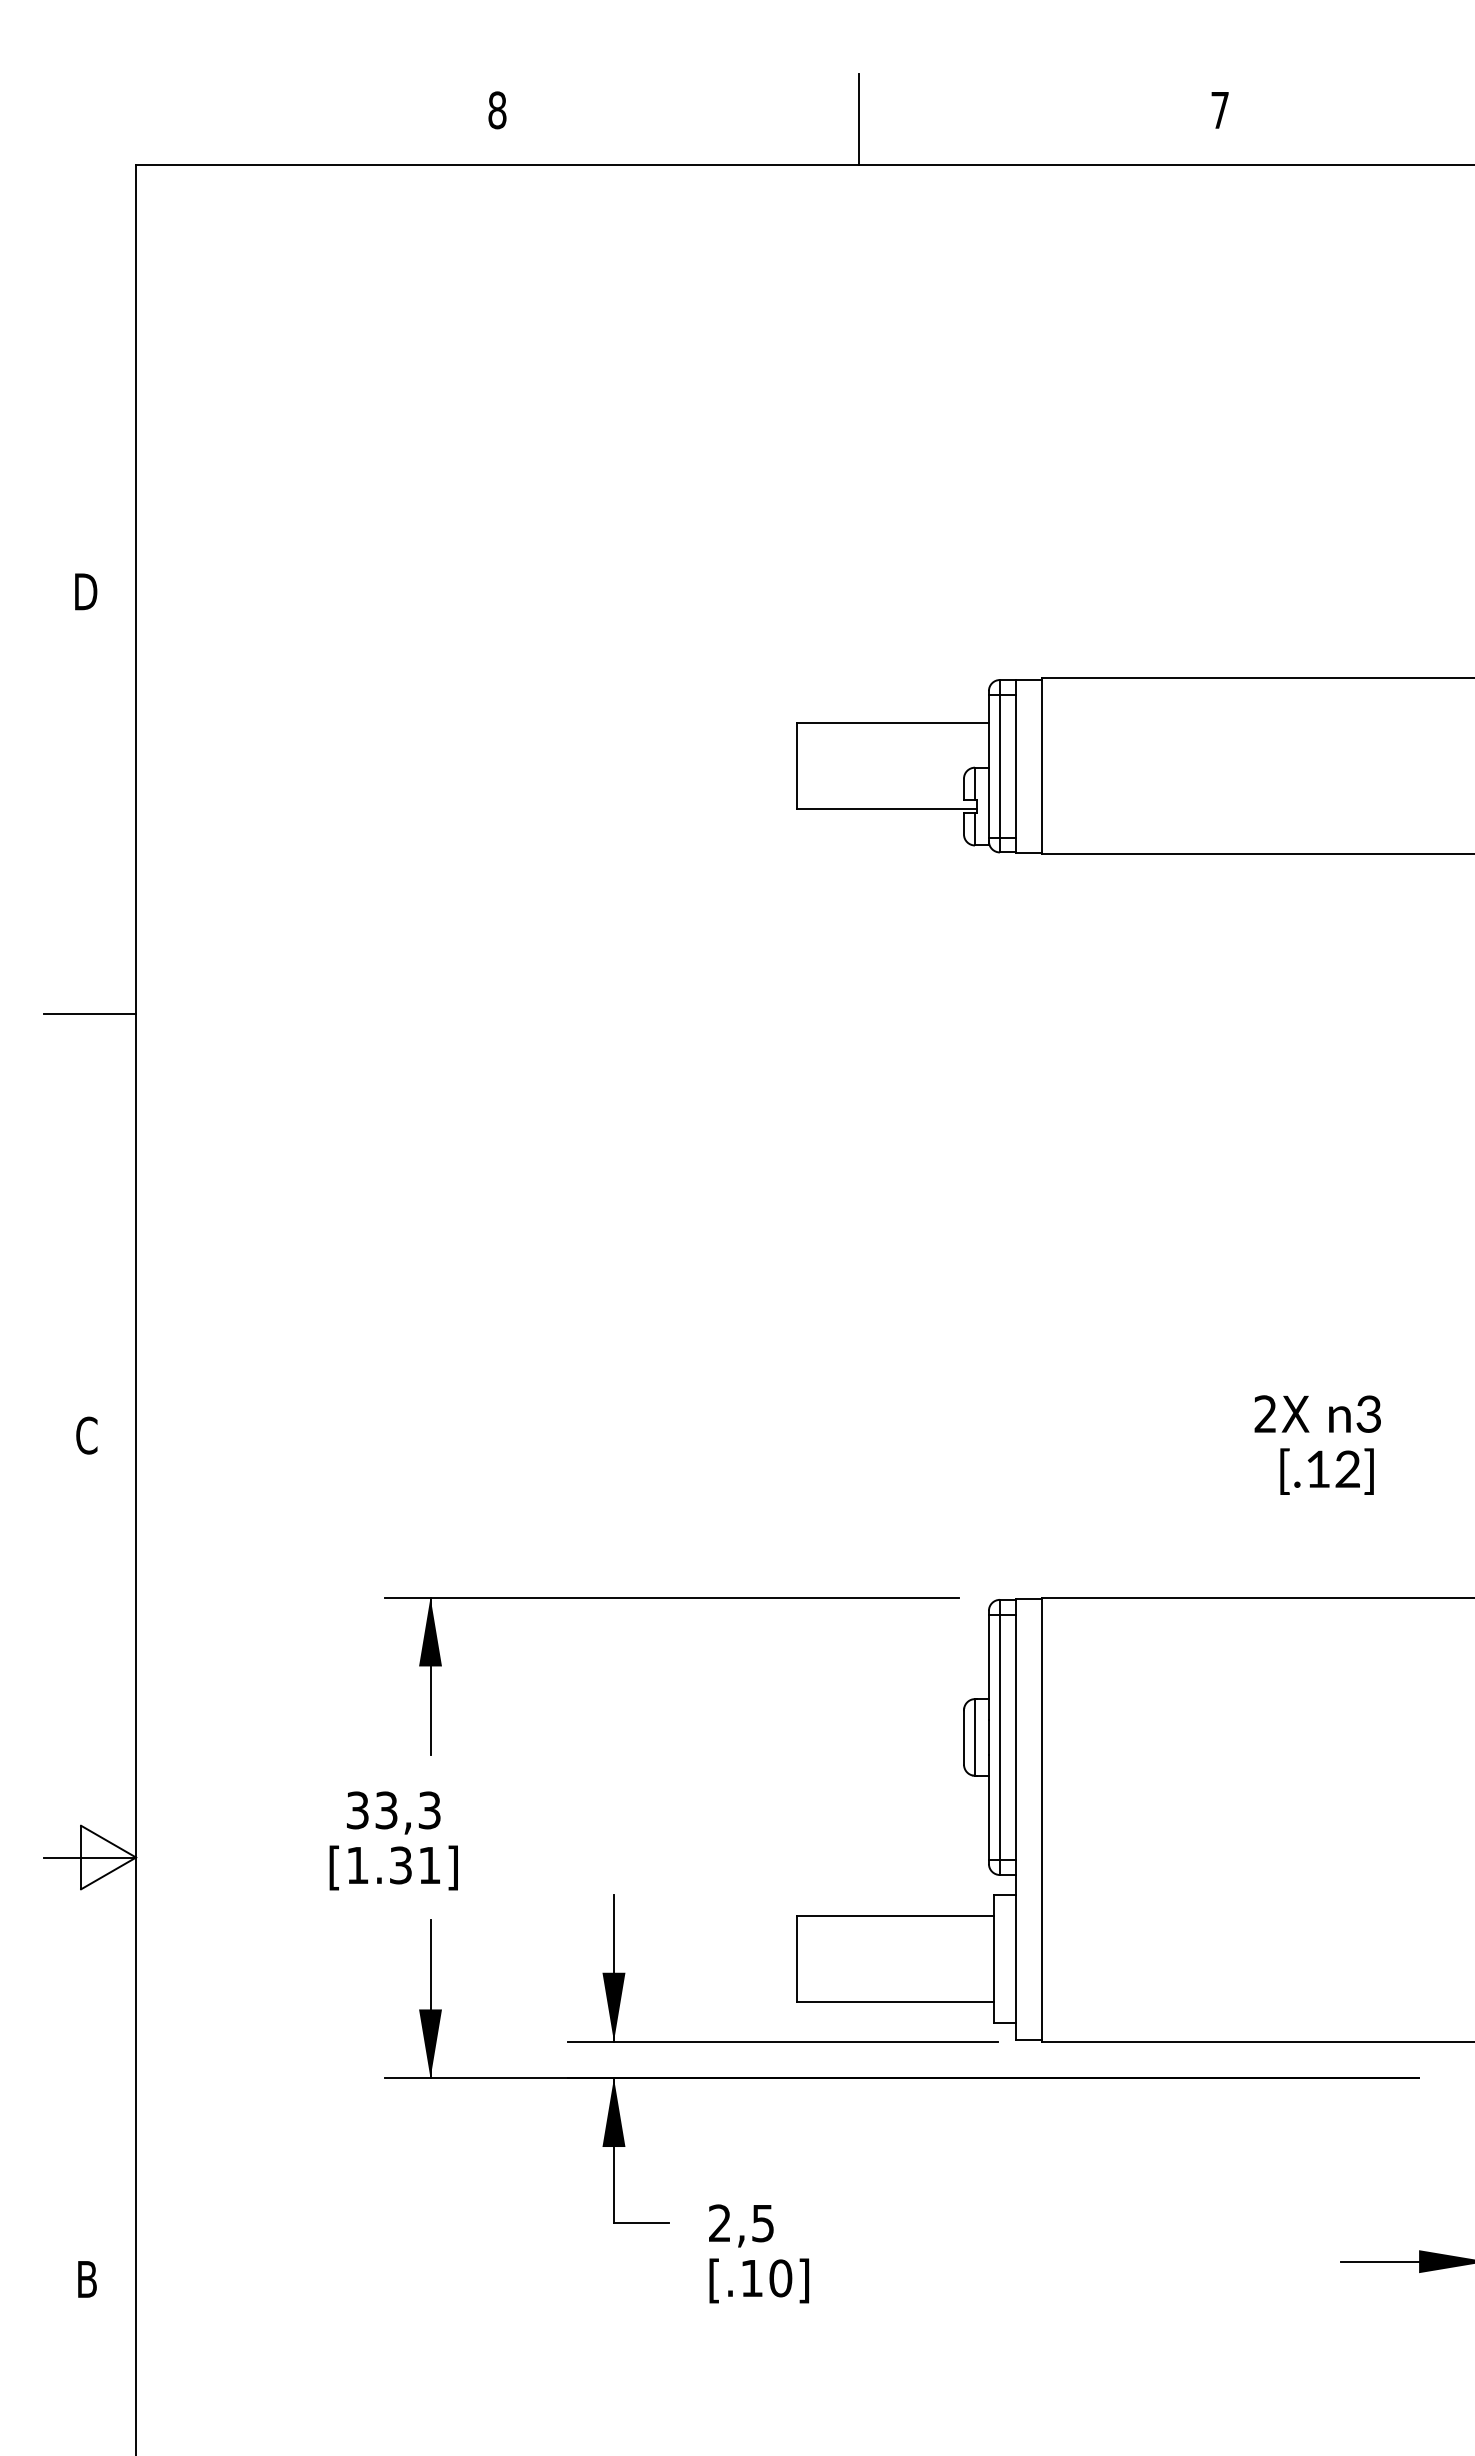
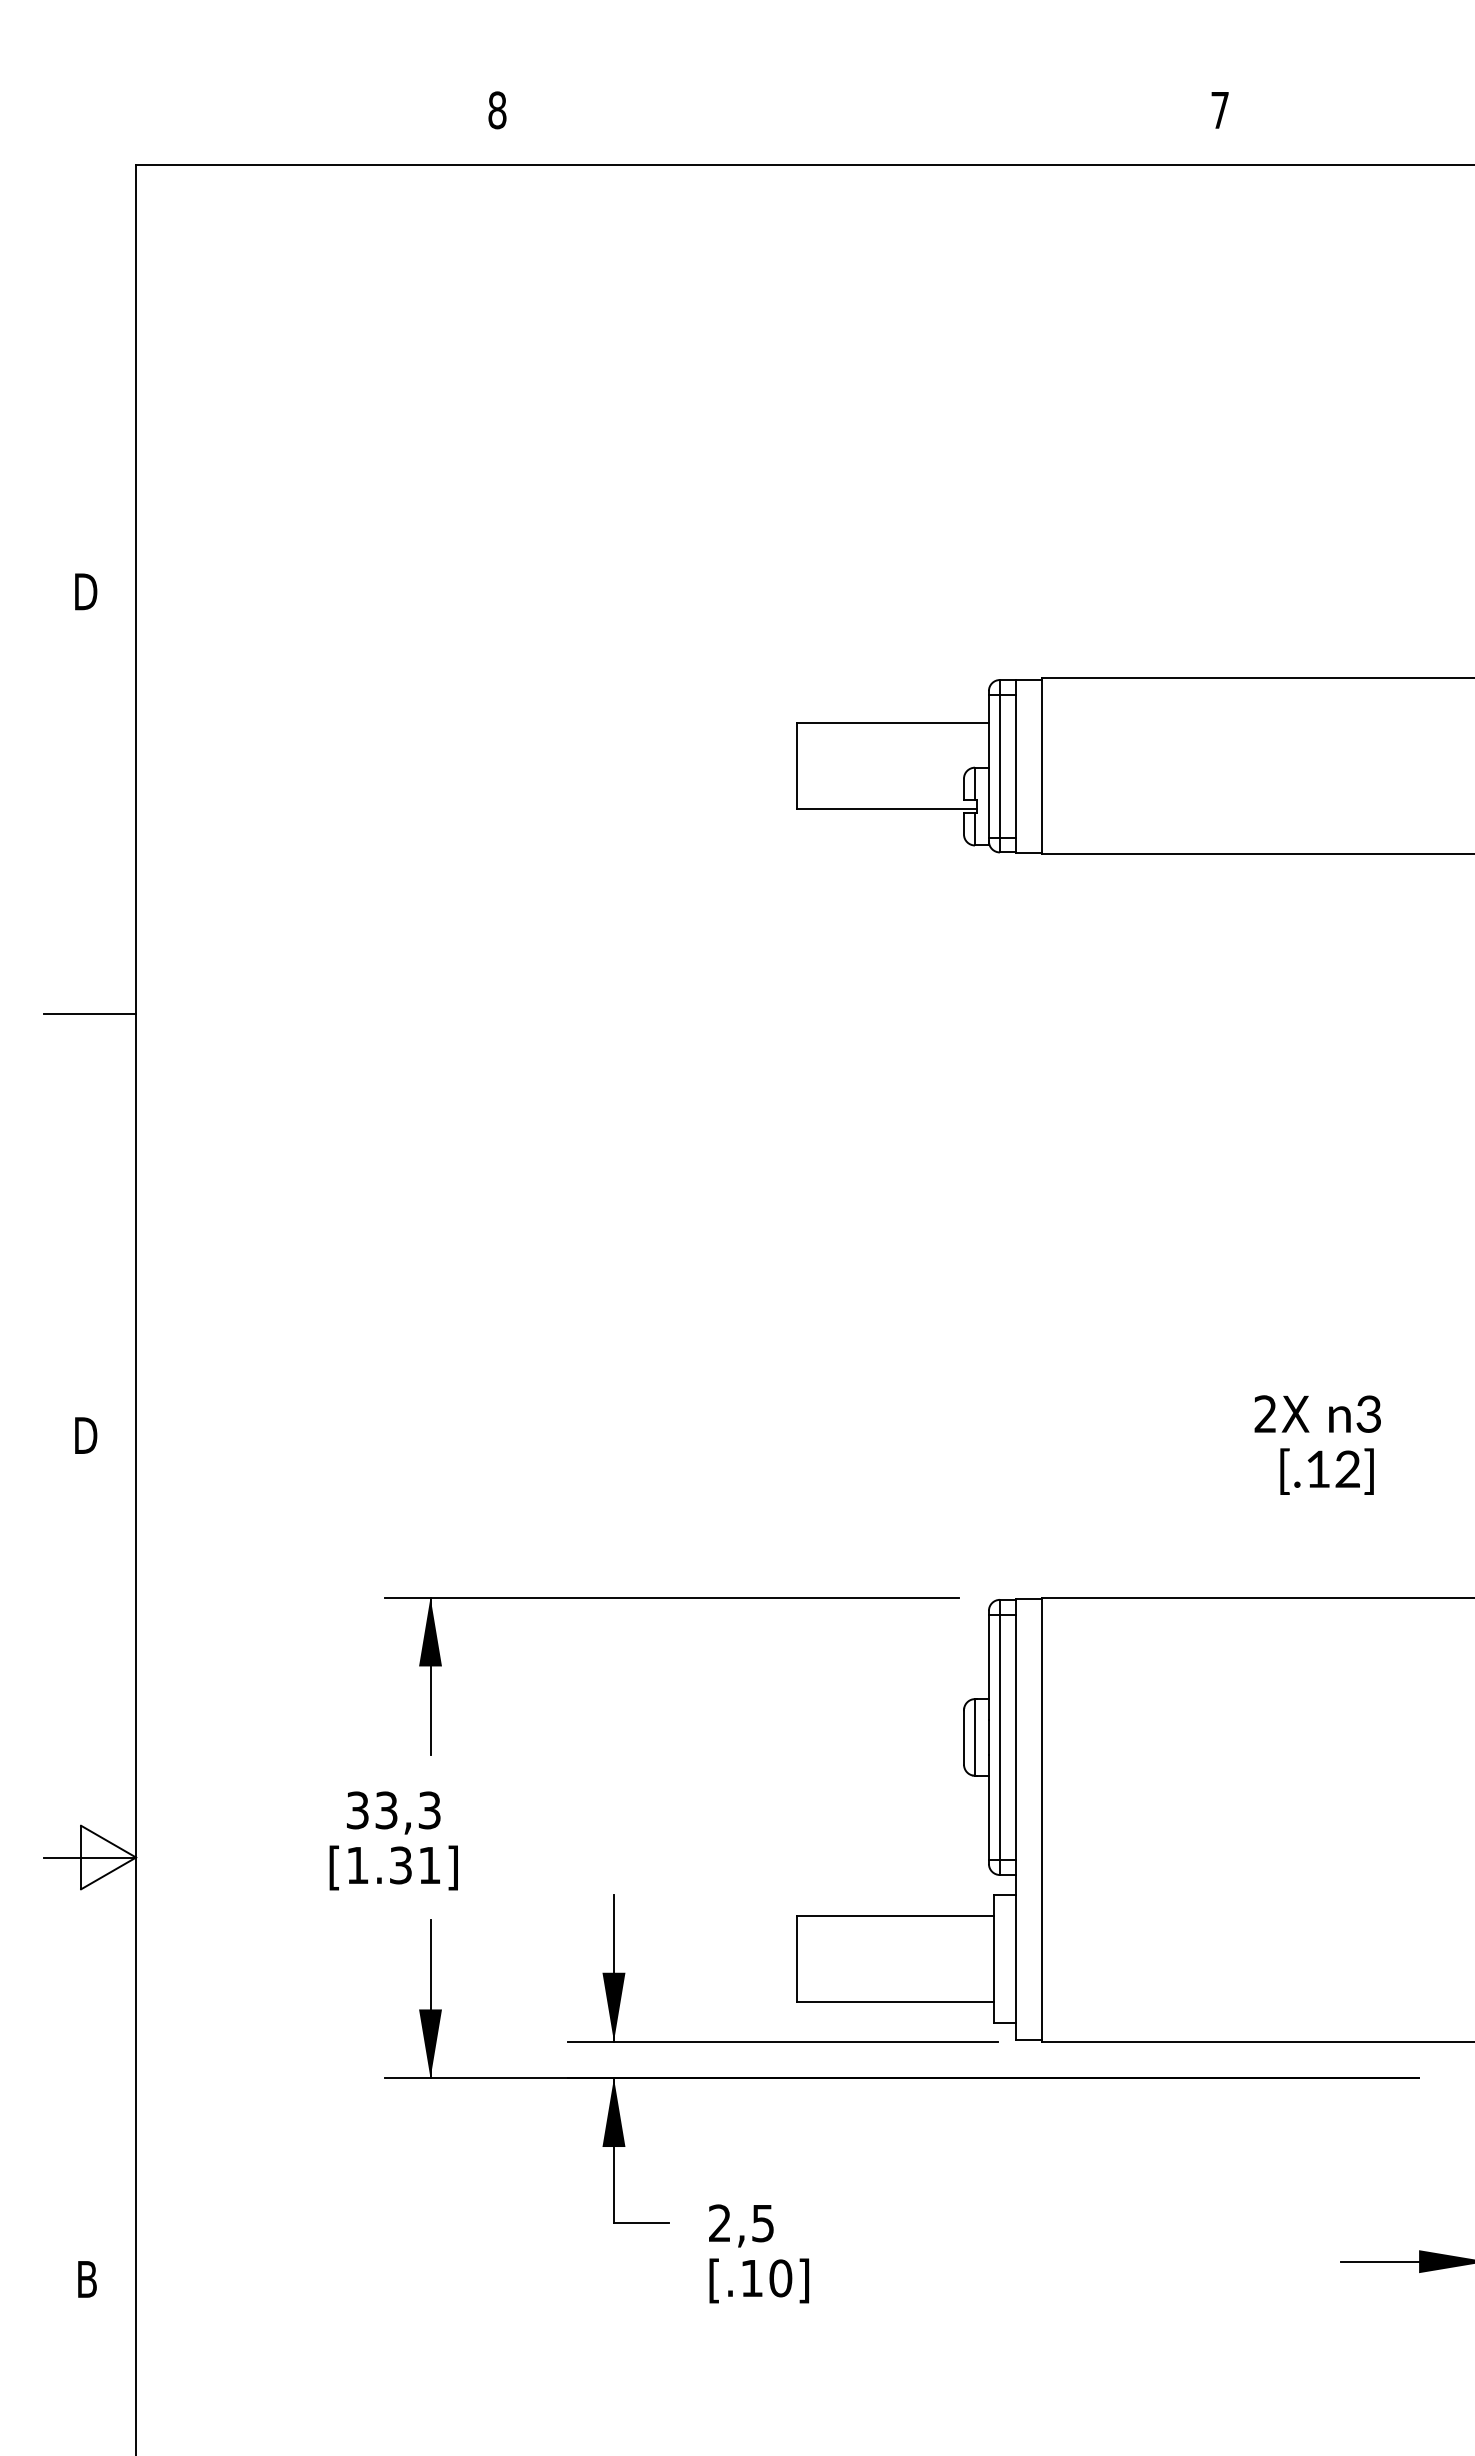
line at (858, 119): present -> none
text at (86, 1435): C -> D
